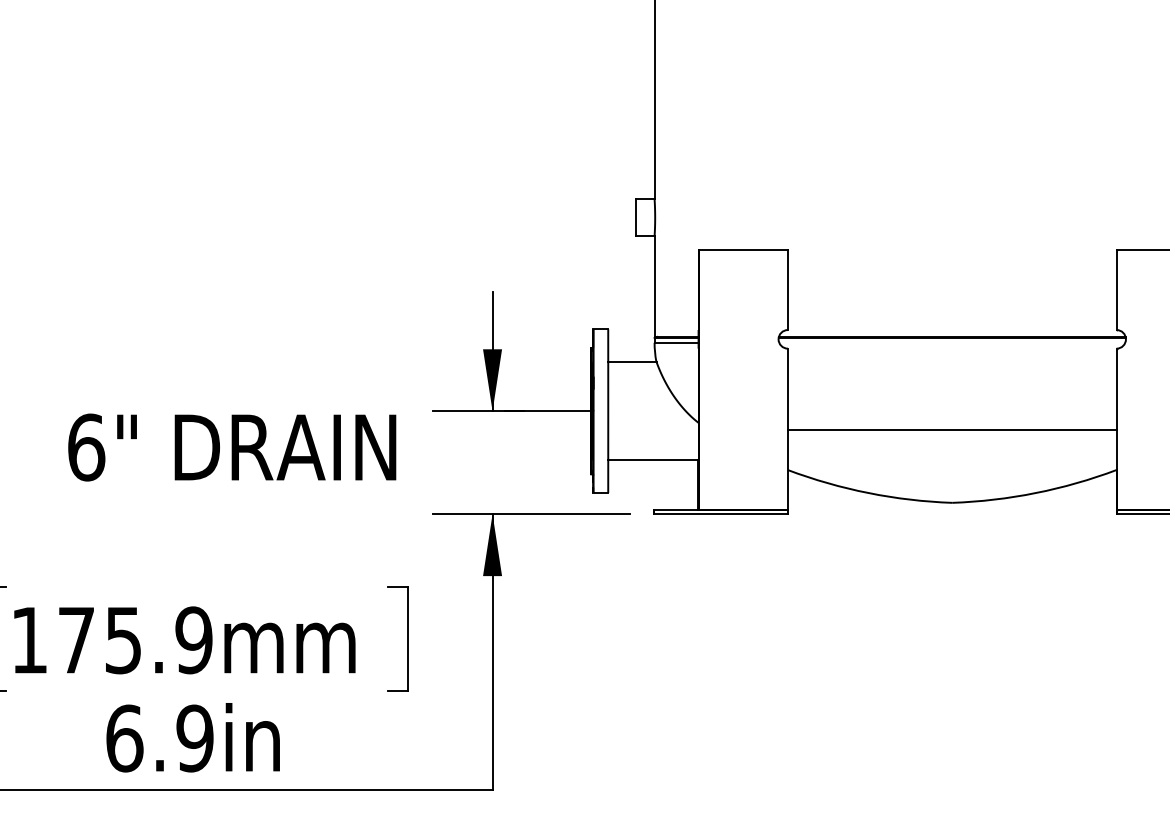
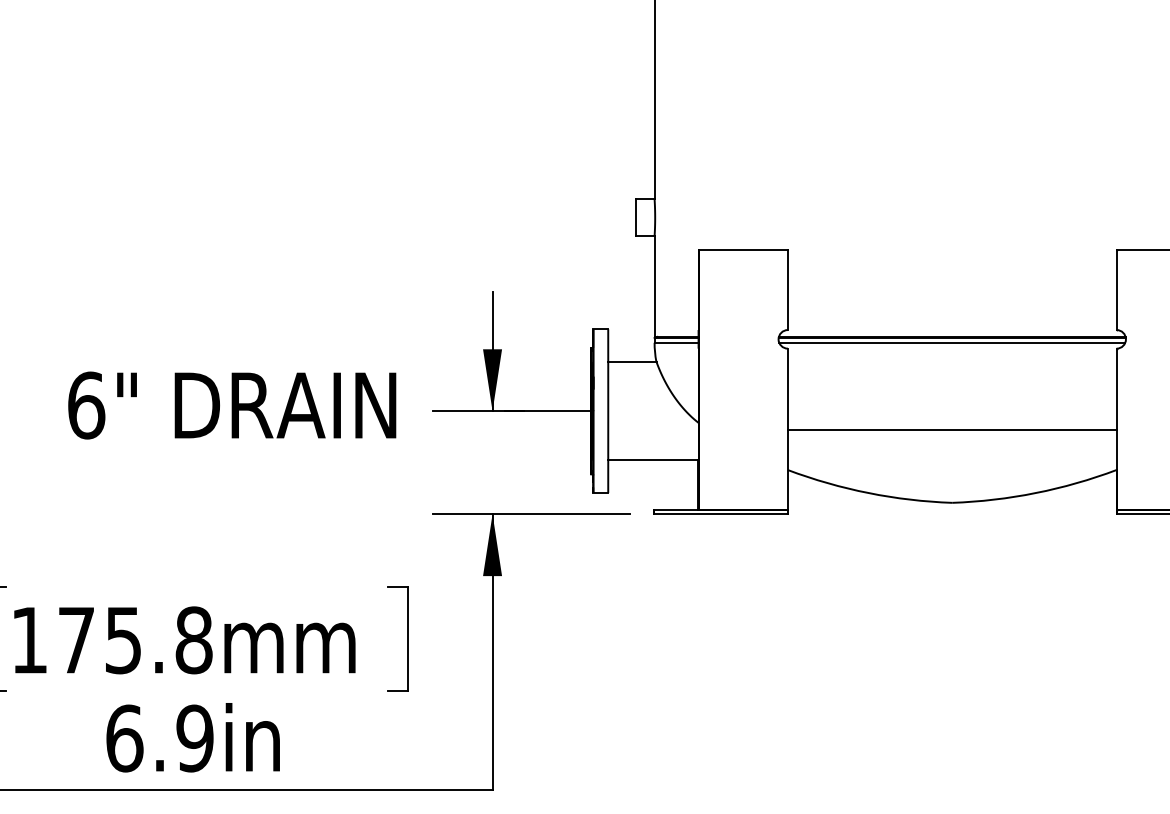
line at (952, 342): none -> present
text at (232, 447) position: (232, 447) -> (232, 405)
text at (193, 640): 175.9mm -> 175.8mm
